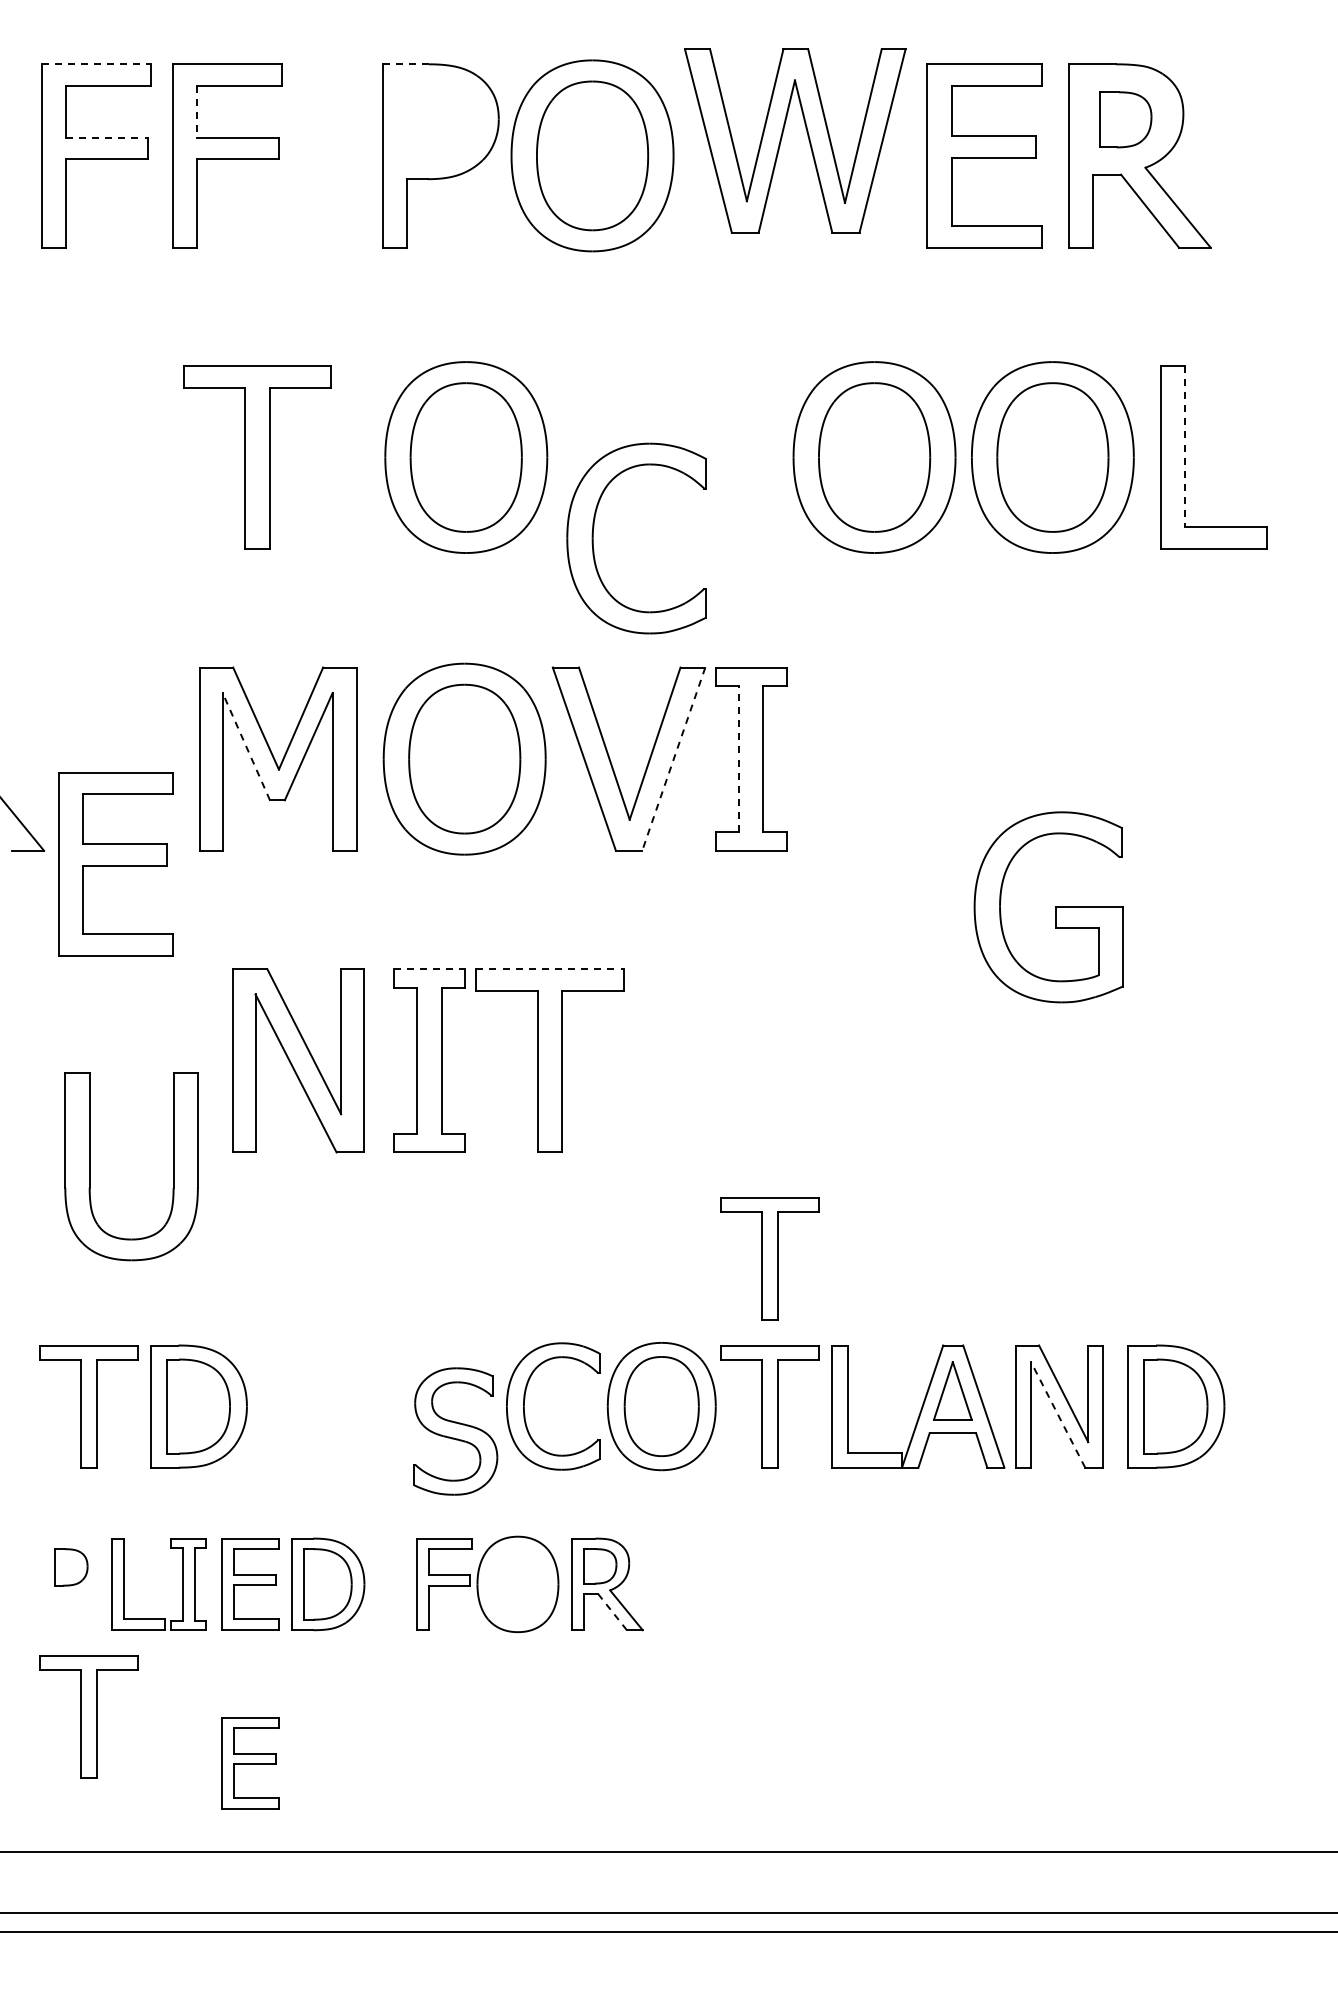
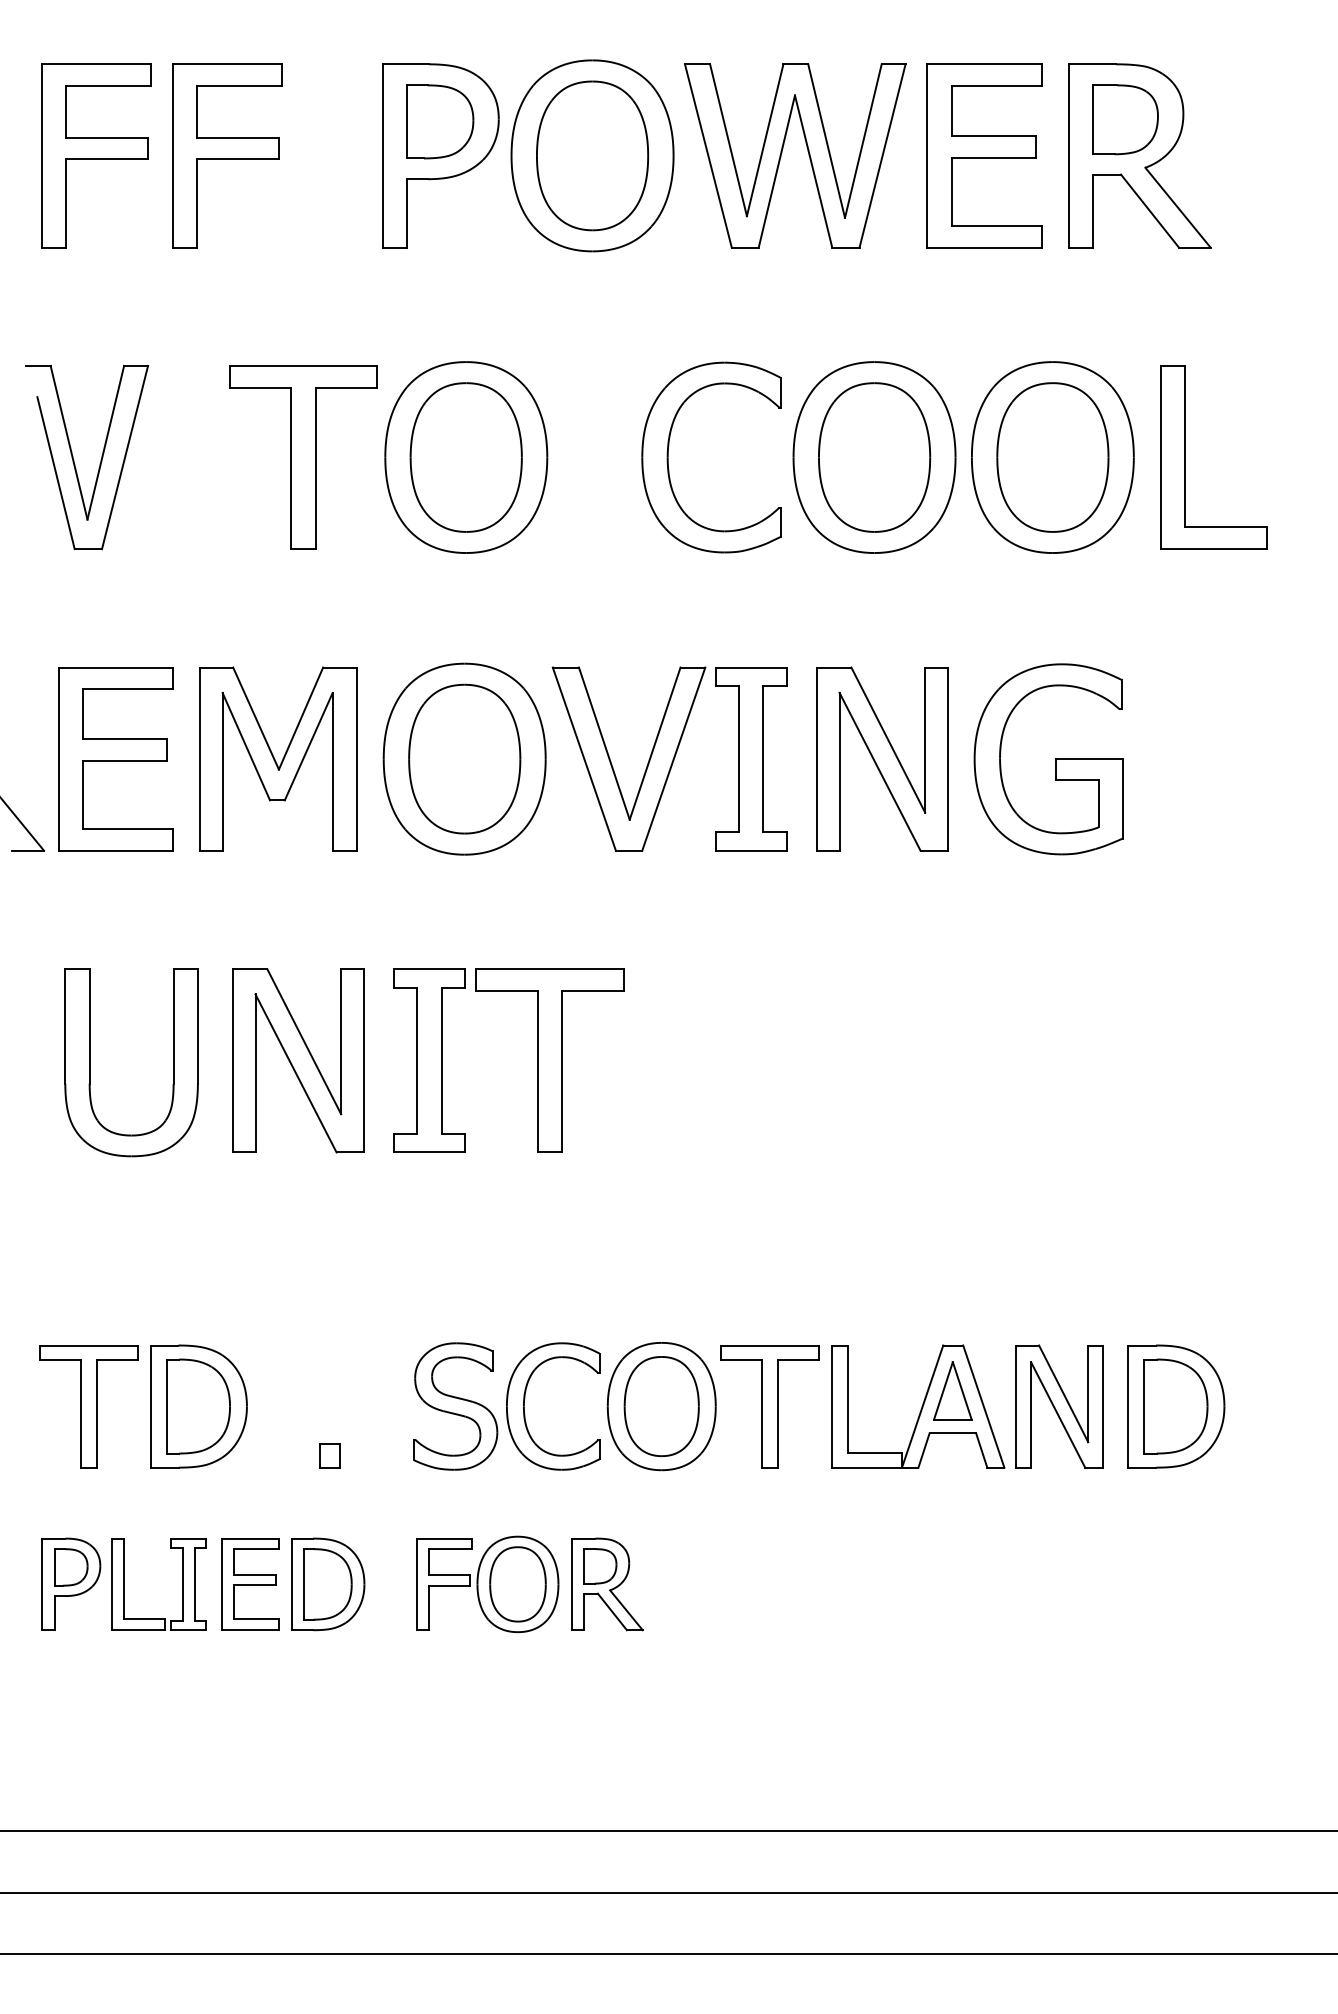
line at (96, 64): dashed -> solid
line at (406, 64): dashed -> solid
line at (197, 111): dashed -> solid
part at (1125, 119) size: 54x58 px -> 67x72 px
part at (440, 121): none -> present
part at (807, 136) position: (807, 136) -> (807, 151)
line at (106, 137): dashed -> solid
line at (1184, 446): dashed -> solid
part at (257, 457) position: (257, 457) -> (303, 457)
part at (74, 460): none -> present
part at (593, 538) position: (593, 538) -> (668, 457)
line at (246, 746): dashed -> solid
part at (882, 758): none -> present
line at (673, 759): dashed -> solid
line at (739, 759): dashed -> solid
part at (115, 864) position: (115, 864) -> (115, 759)
part at (1055, 907) position: (1055, 907) -> (1055, 759)
line at (429, 969): dashed -> solid
line at (549, 969): dashed -> solid
part at (90, 1166) position: (90, 1166) -> (90, 1062)
part at (769, 1258): present -> none
line at (1057, 1414): dashed -> solid
part at (455, 1431) position: (455, 1431) -> (455, 1406)
part at (329, 1455): none -> present
part at (71, 1583): none -> present
part at (517, 1584): none -> present
line at (612, 1611): dashed -> solid
part at (88, 1716): present -> none
part at (250, 1763): present -> none
line at (668, 1852) position: (668, 1852) -> (668, 1831)
line at (668, 1912) position: (668, 1912) -> (668, 1892)
line at (668, 1931) position: (668, 1931) -> (668, 1953)
